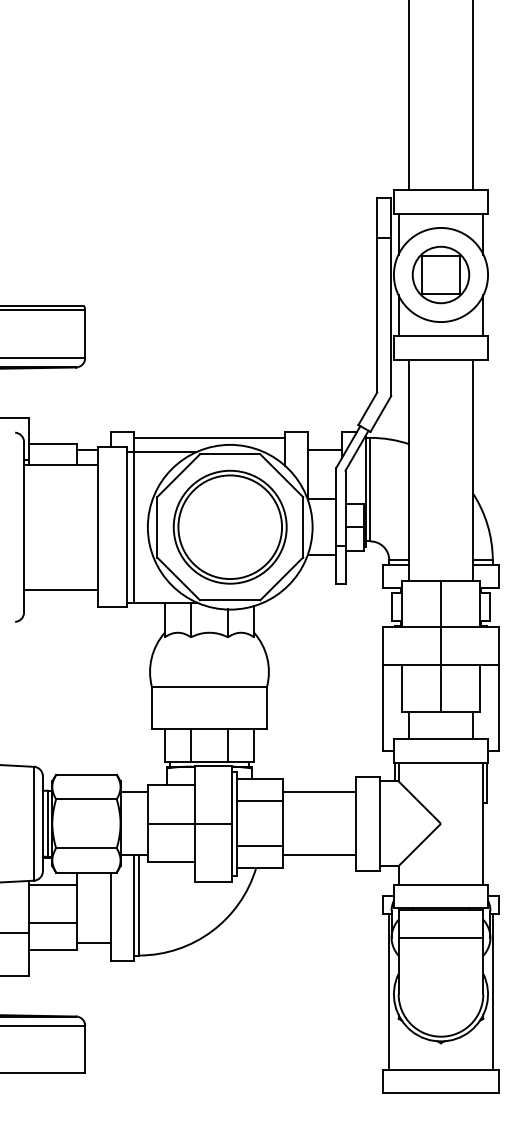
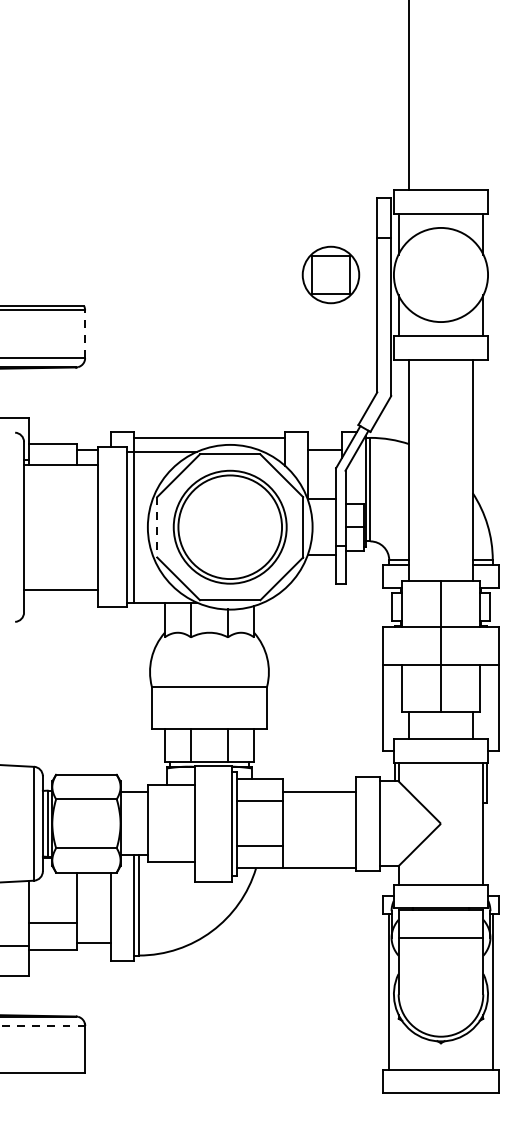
line at (472, 96): present -> none
part at (440, 274) position: (440, 274) -> (330, 274)
line at (85, 334): solid -> dashed
line at (157, 527): solid -> dashed
line at (190, 823): present -> none
line at (319, 855) position: (319, 855) -> (319, 868)
line at (52, 884): present -> none
line at (15, 933) position: (15, 933) -> (15, 946)
line at (42, 1025): solid -> dashed
